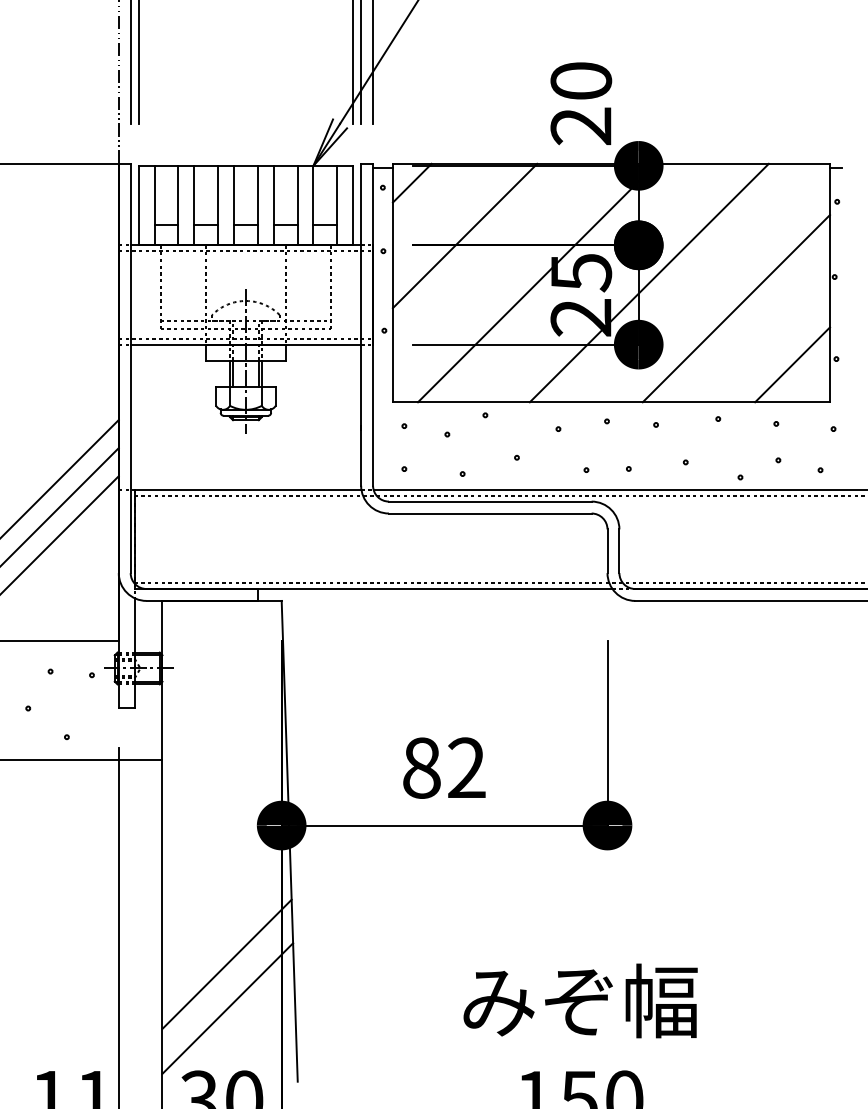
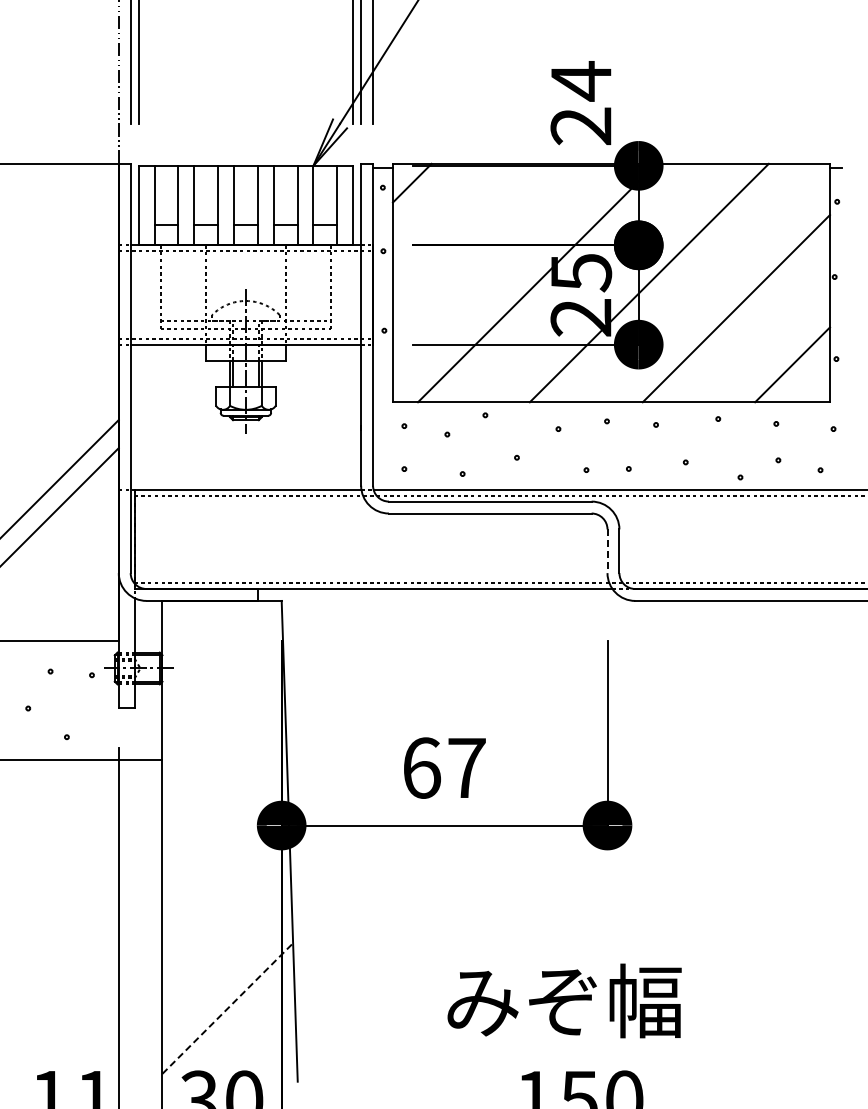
text at (581, 81): 20 -> 24
line at (464, 235): present -> none
line at (60, 534): present -> none
line at (607, 551): solid -> dashed
text at (444, 767): 82 -> 67
line at (226, 963): present -> none
text at (580, 1000) position: (580, 1000) -> (564, 1000)
line at (228, 1008): solid -> dashed
